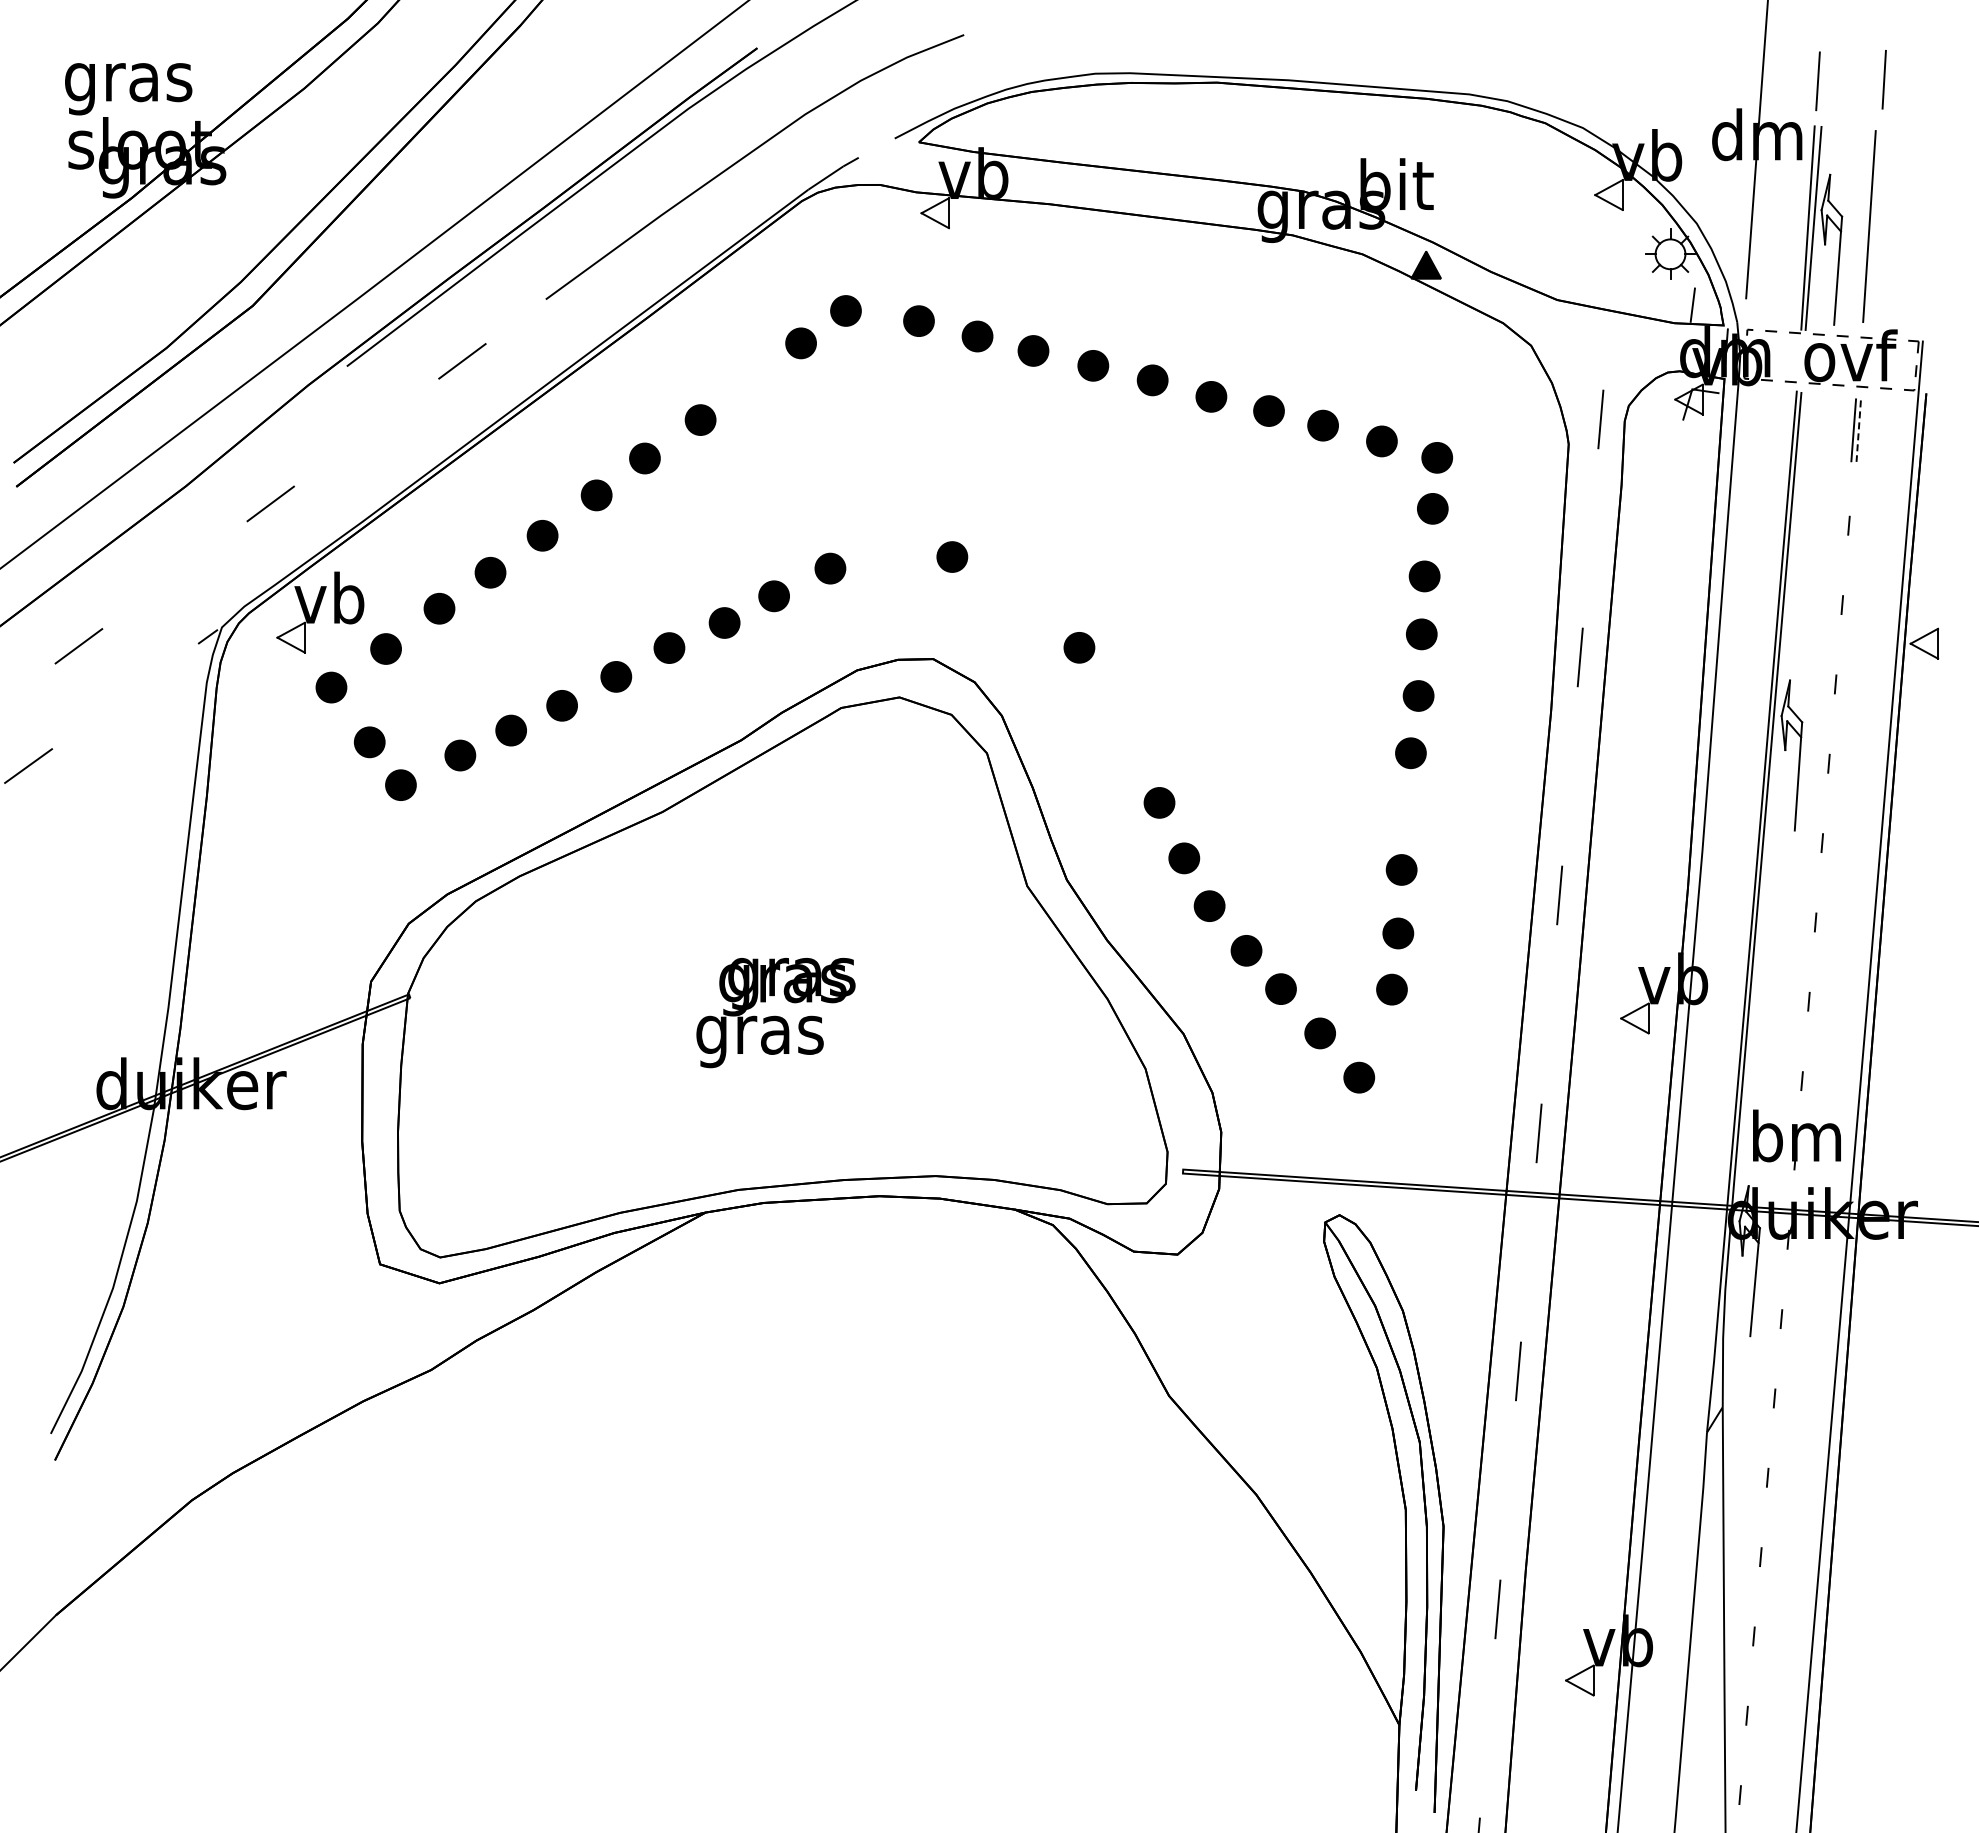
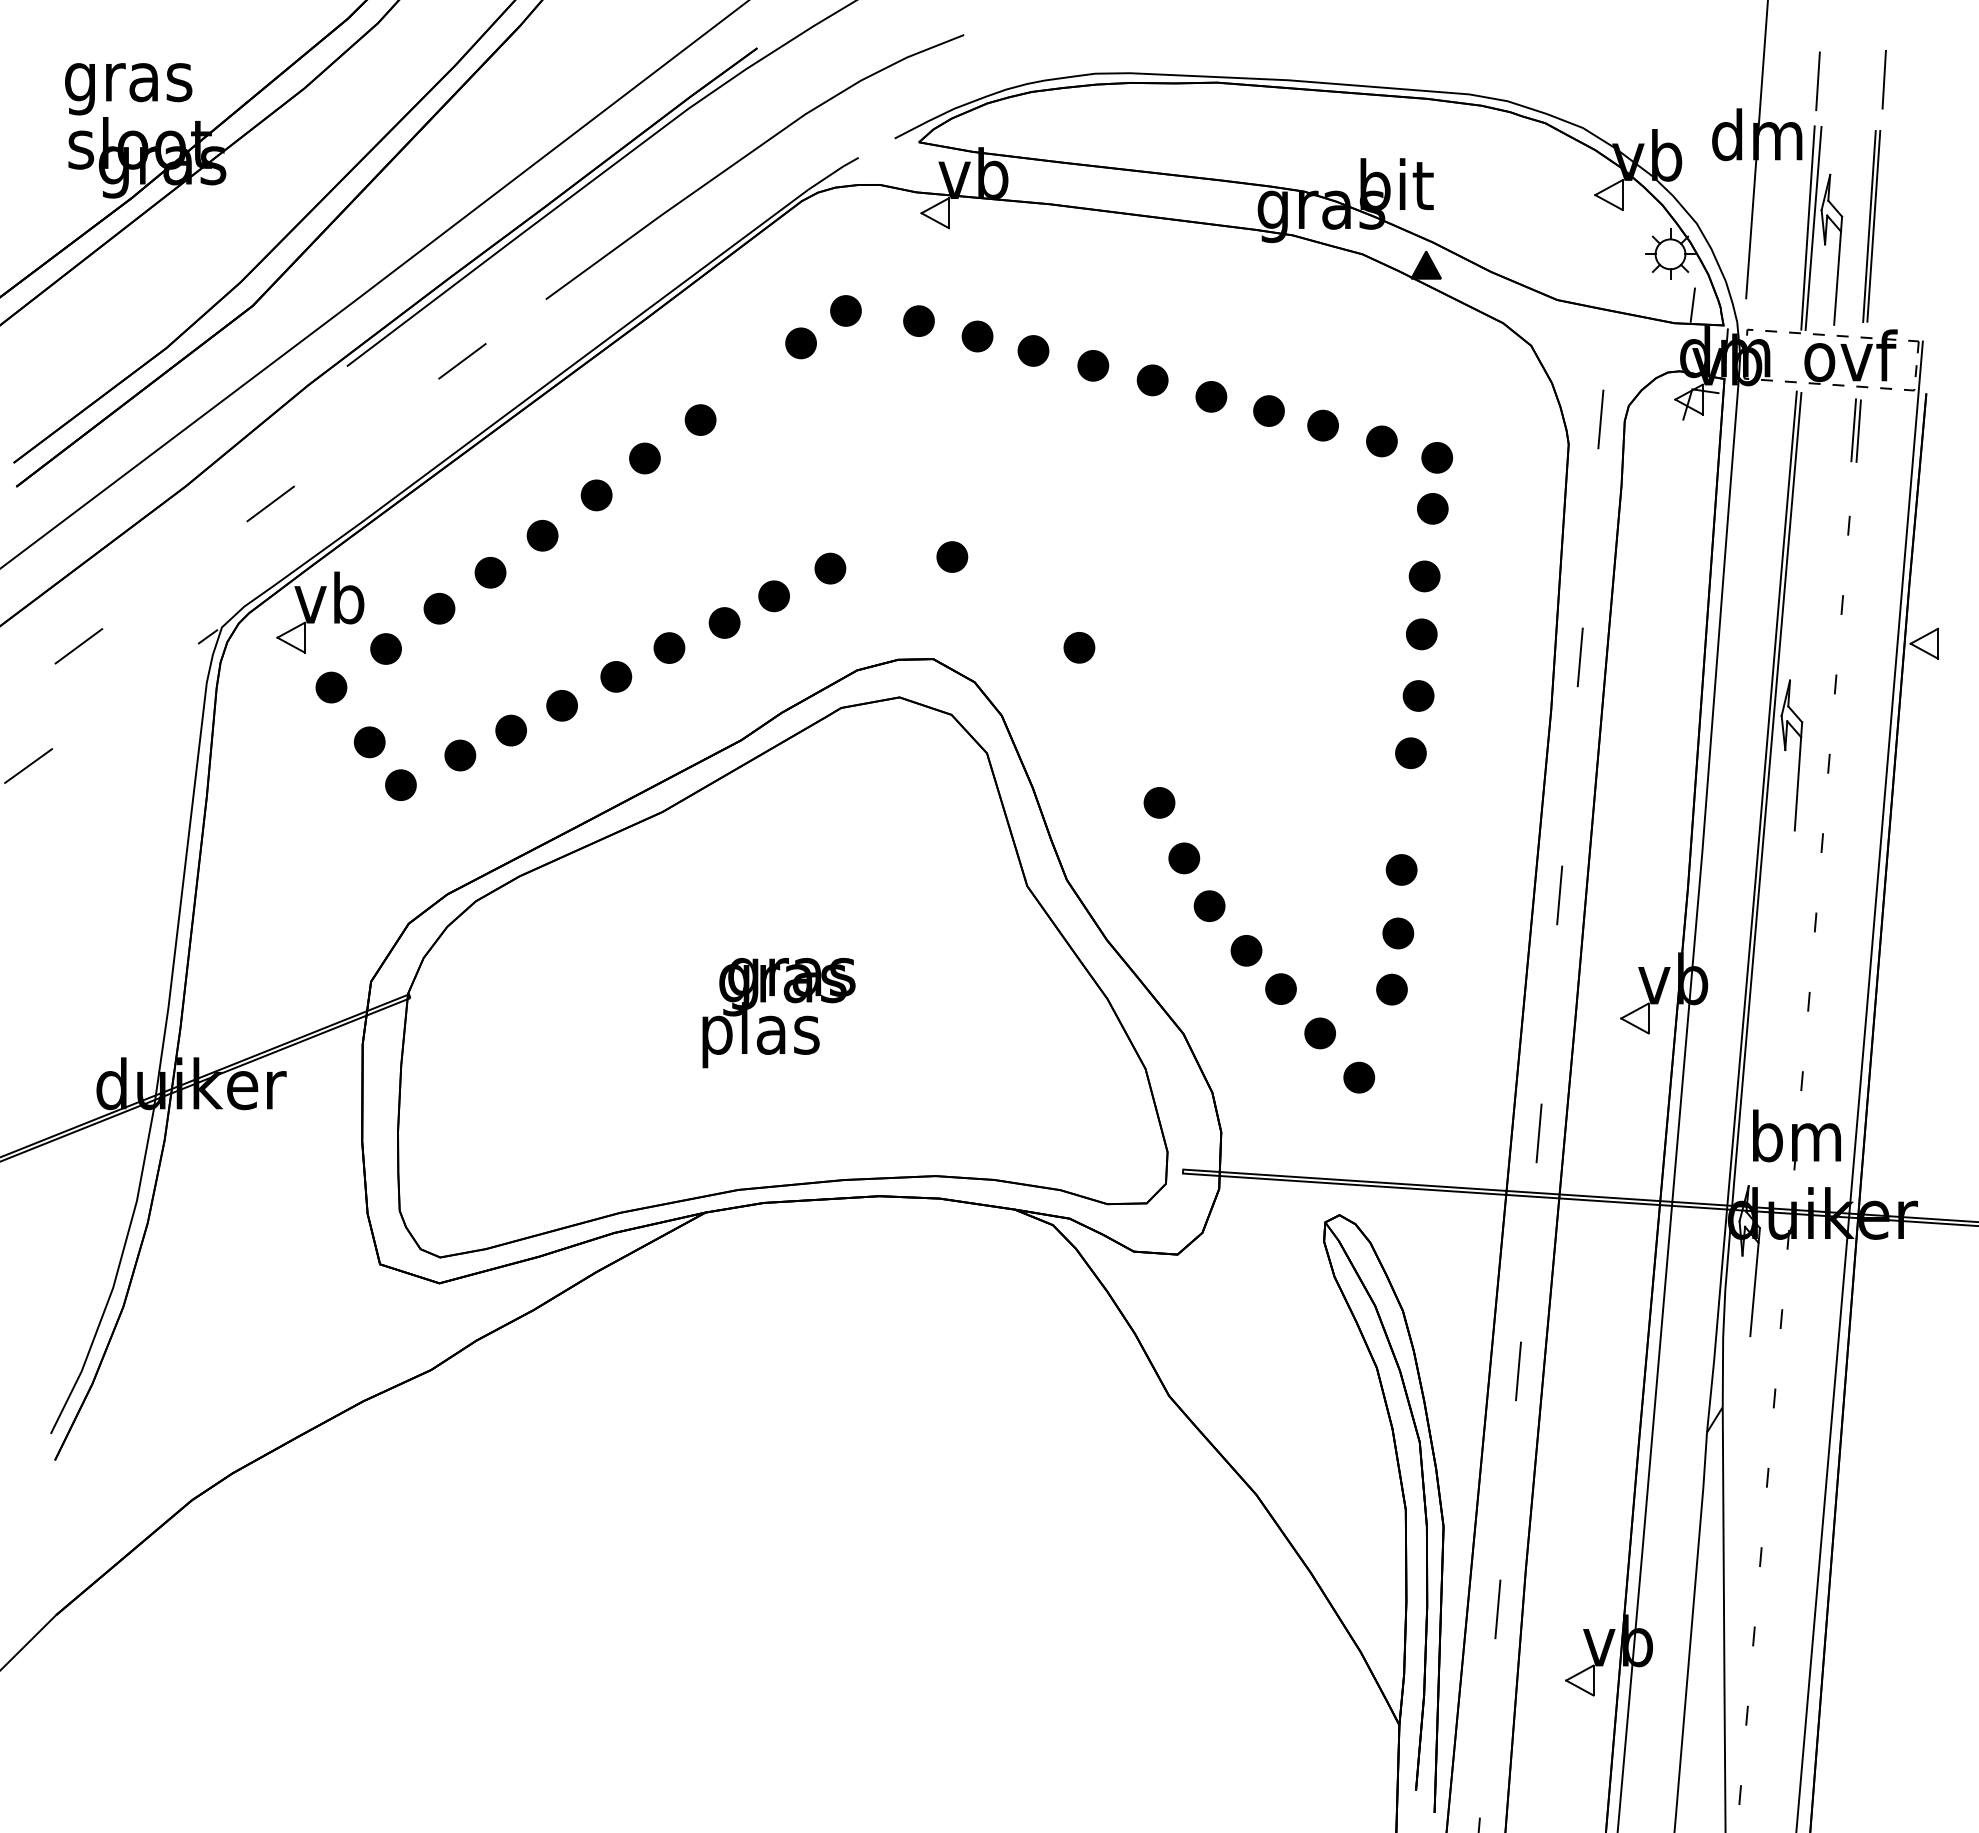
line at (1873, 225): none -> present
line at (1858, 431): dashed -> solid
text at (759, 1035): gras -> plas
